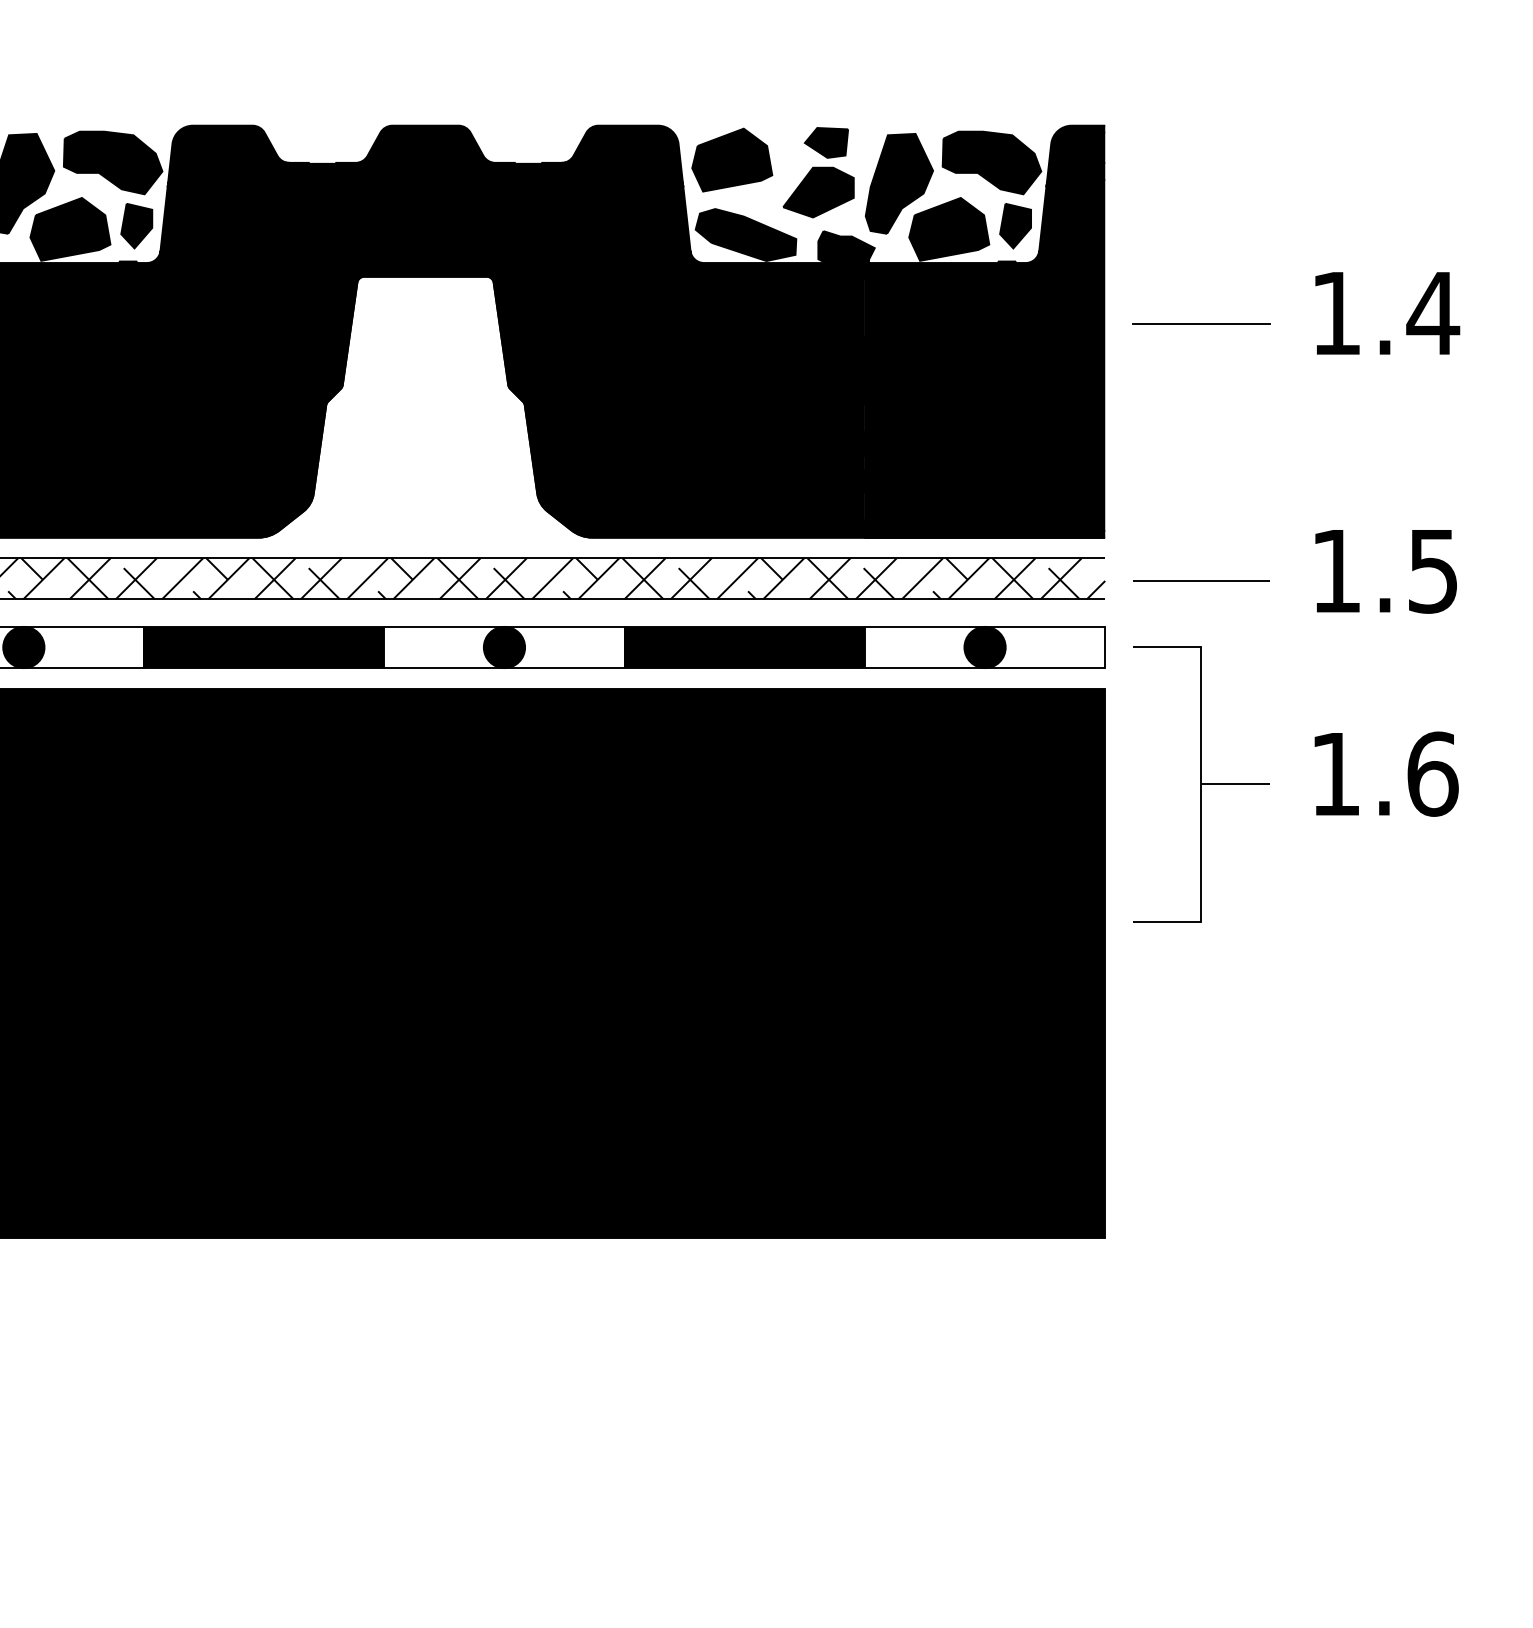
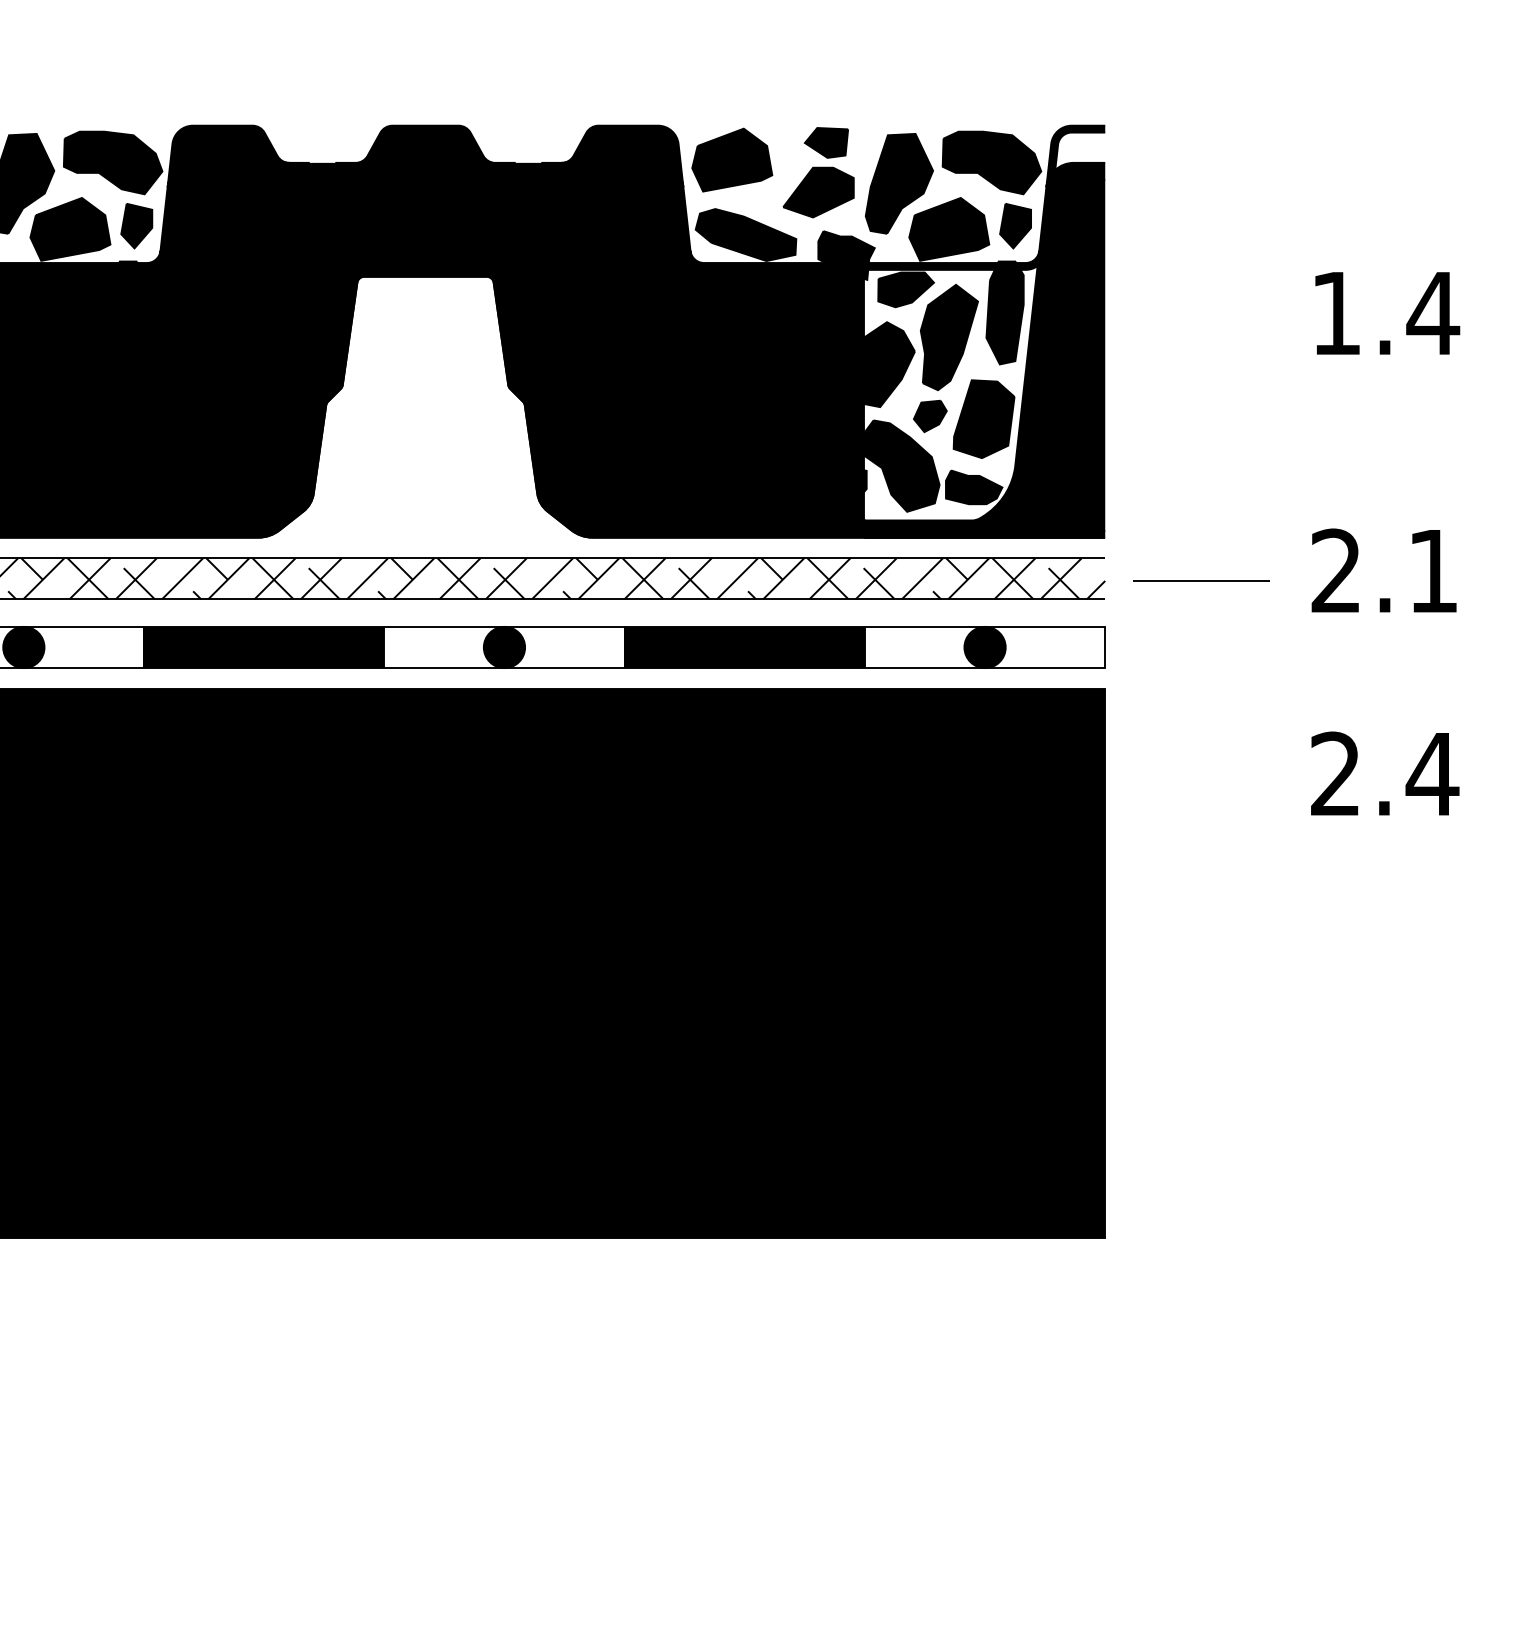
fill at (1080, 151): present -> none
line at (1200, 323): present -> none
fill at (950, 393): present -> none
text at (1383, 570): 1.5 -> 2.1
text at (1385, 773): 1.6 -> 2.4
part at (1201, 784): present -> none
